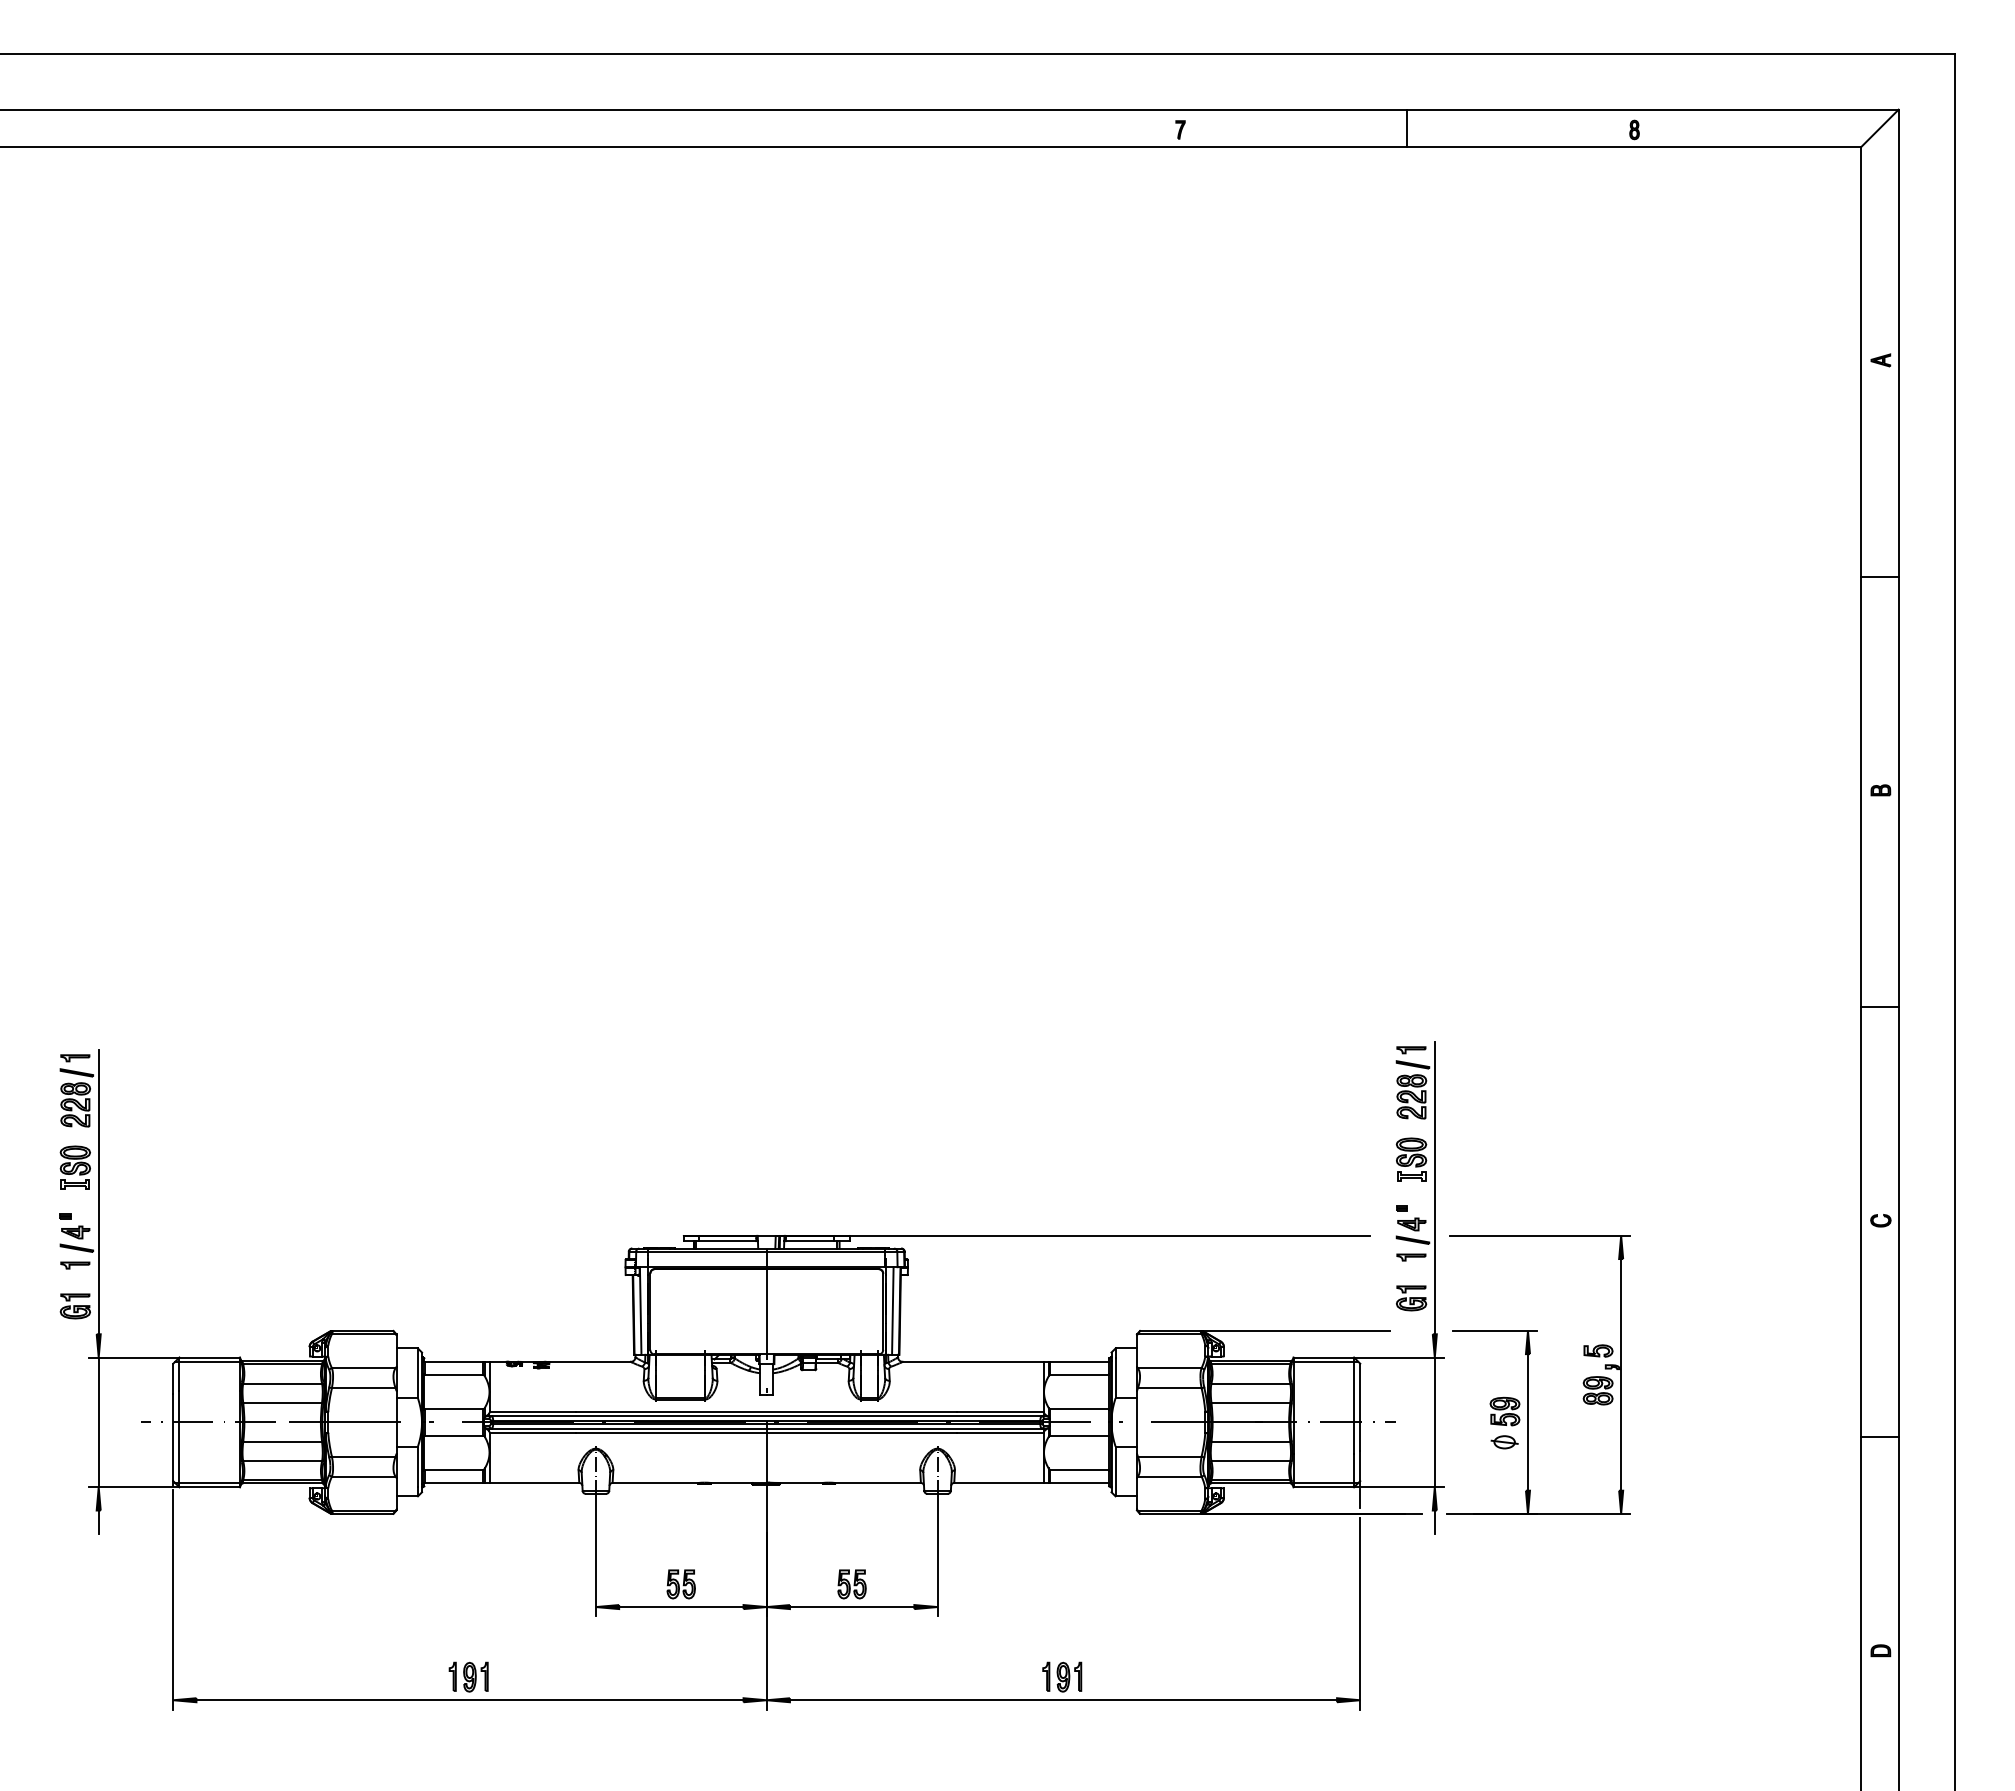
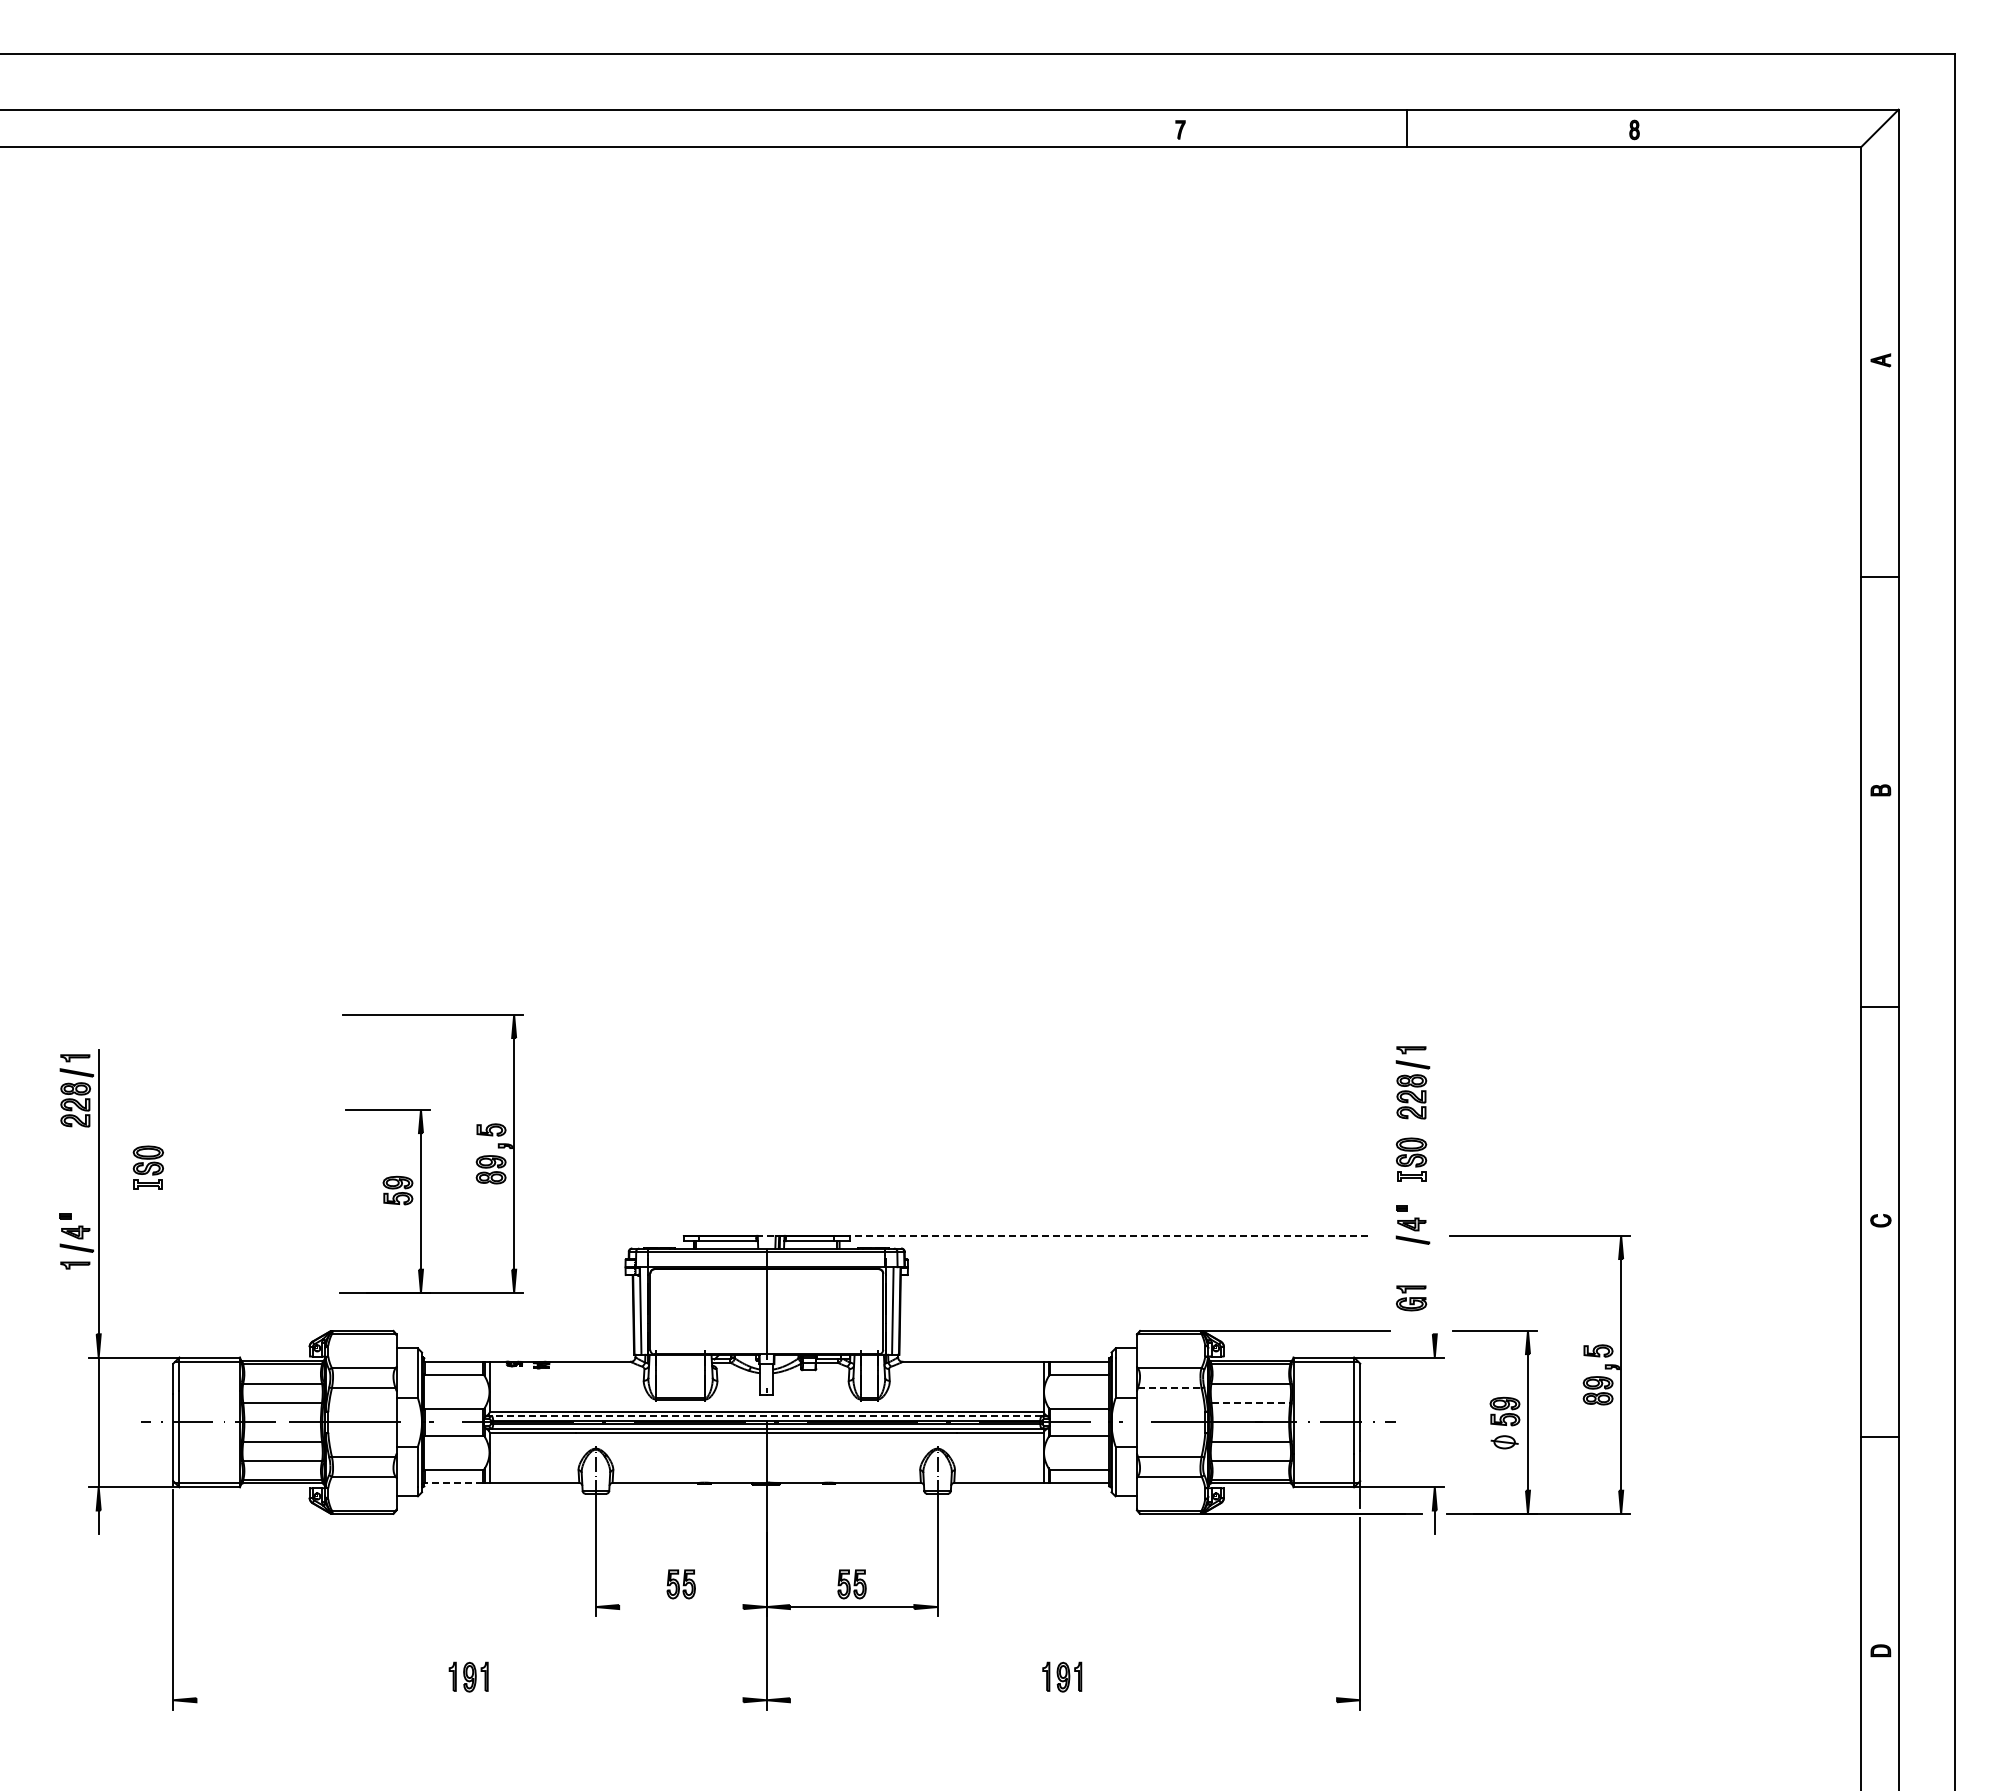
part at (421, 1153): none -> present
part at (74, 1167) position: (74, 1167) -> (147, 1167)
line at (1434, 1187): present -> none
line at (1063, 1235): solid -> dashed
part at (1411, 1257): present -> none
part at (74, 1306): present -> none
line at (1169, 1388): solid -> dashed
line at (1251, 1403): solid -> dashed
line at (766, 1416): solid -> dashed
line at (1434, 1422): present -> none
line at (453, 1482): solid -> dashed
line at (681, 1607): present -> none
line at (469, 1700): present -> none
line at (1063, 1700): present -> none
